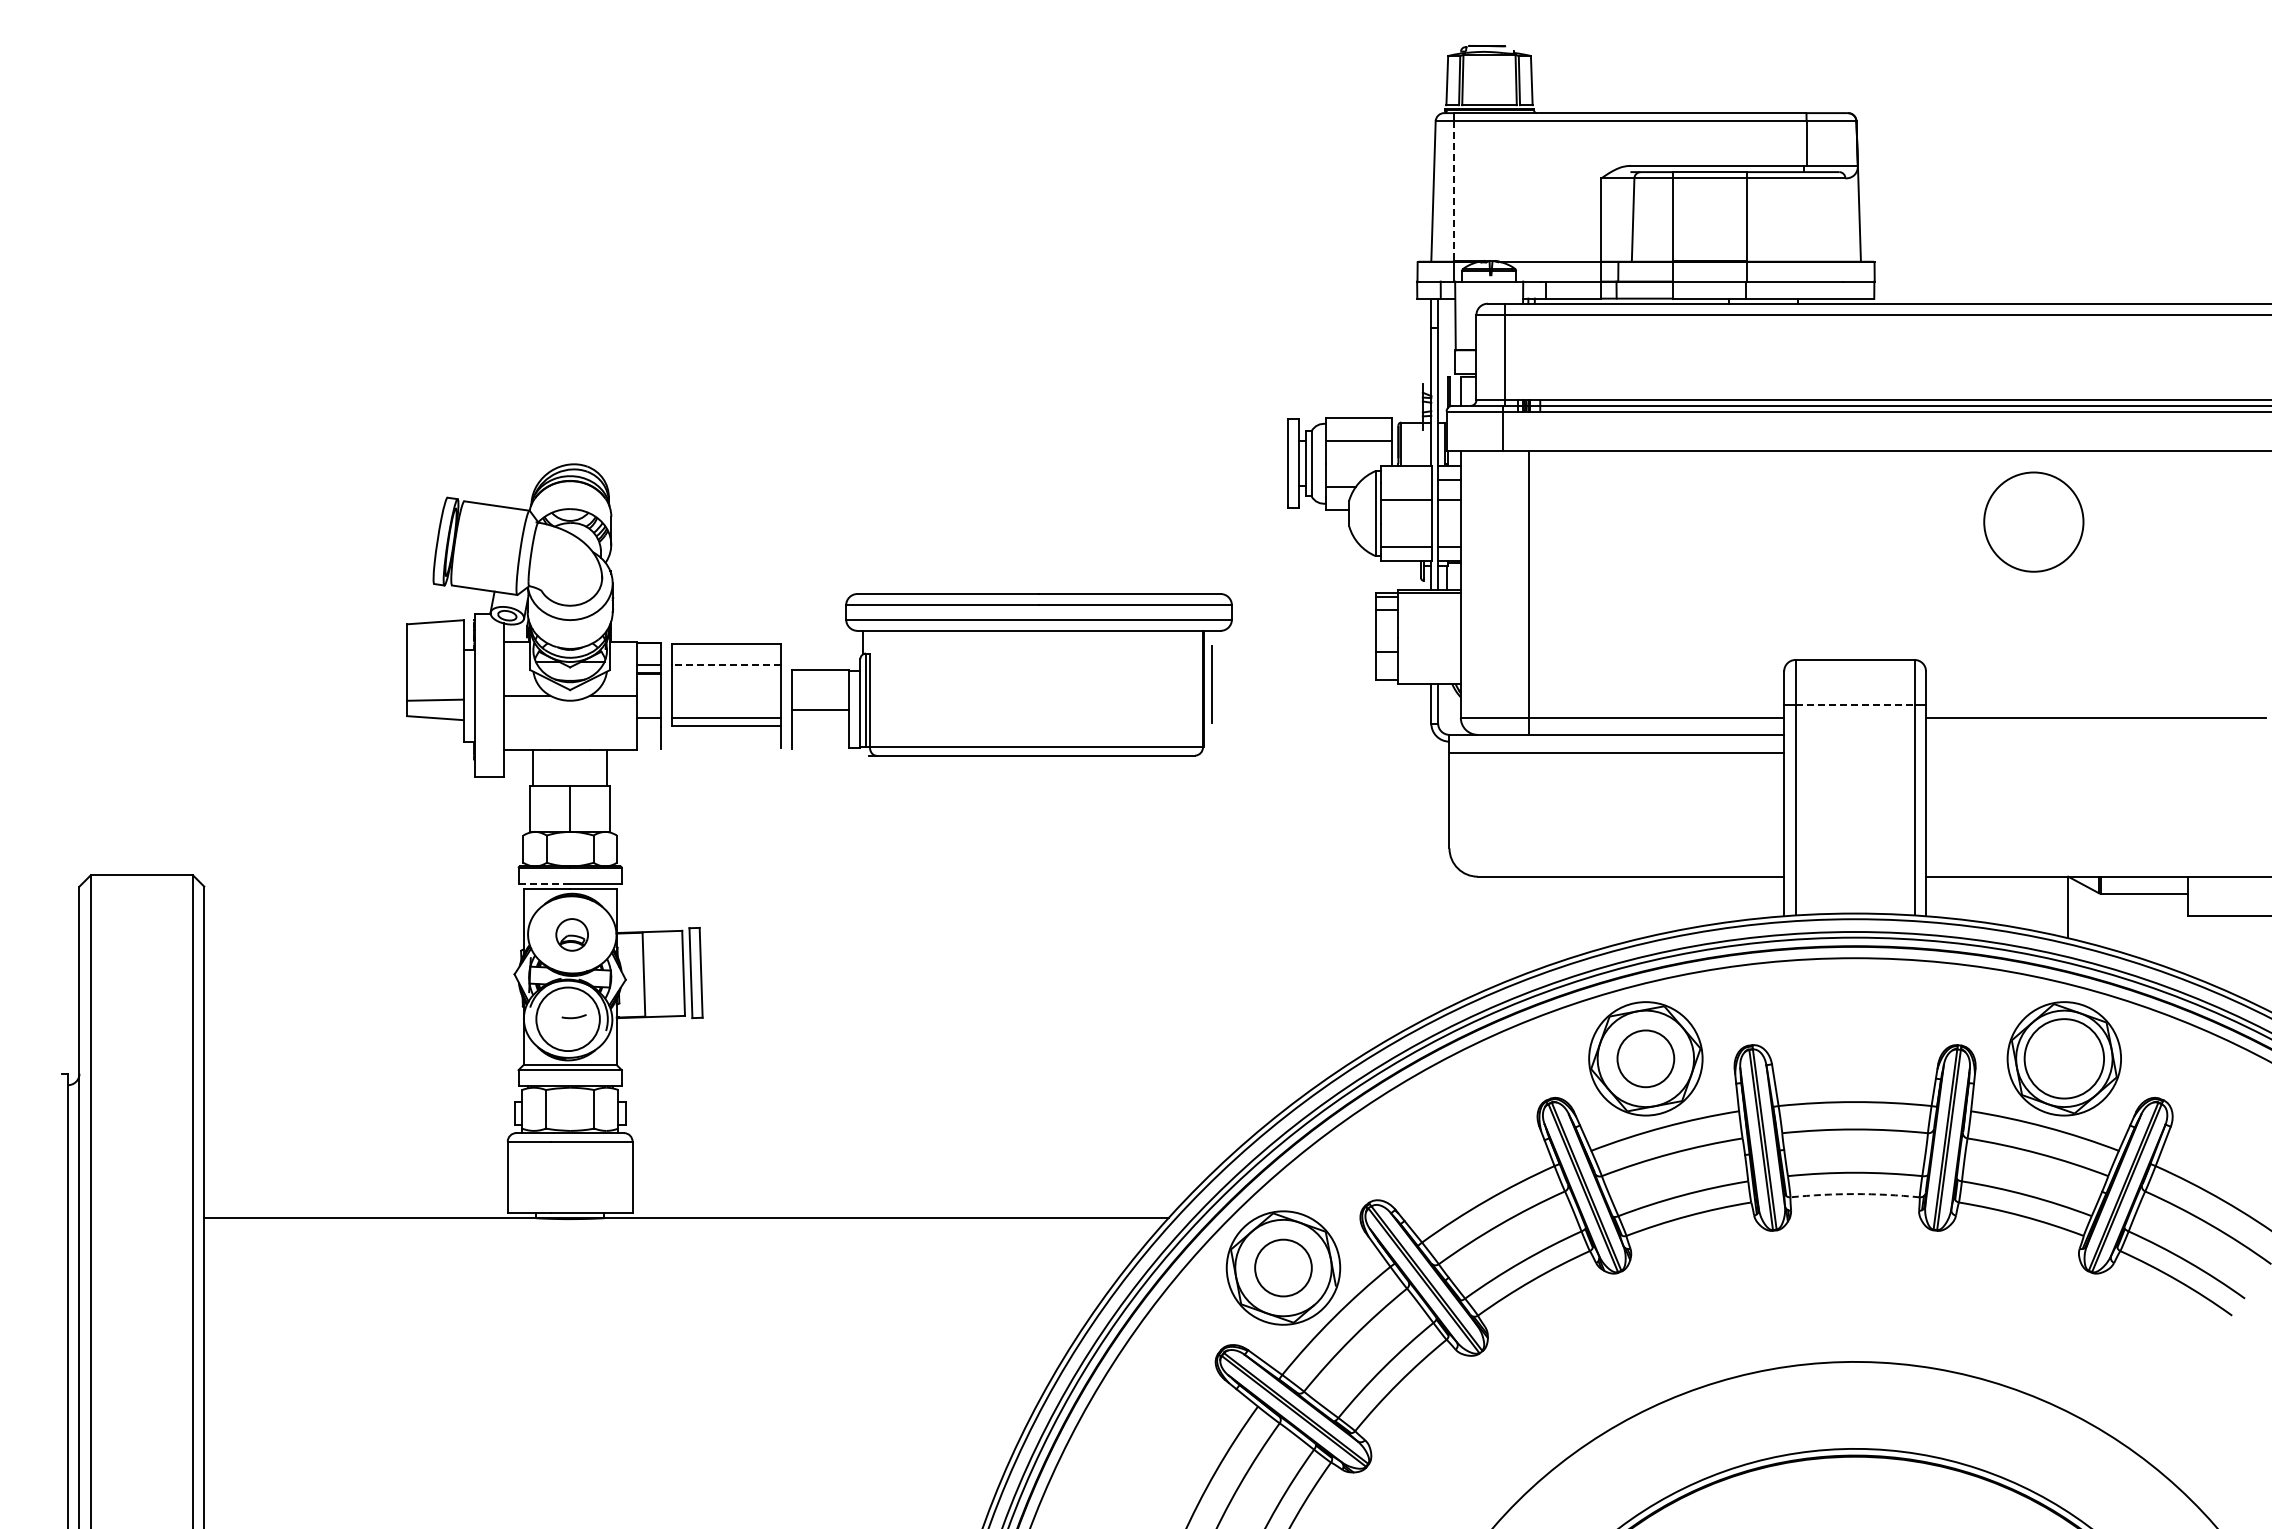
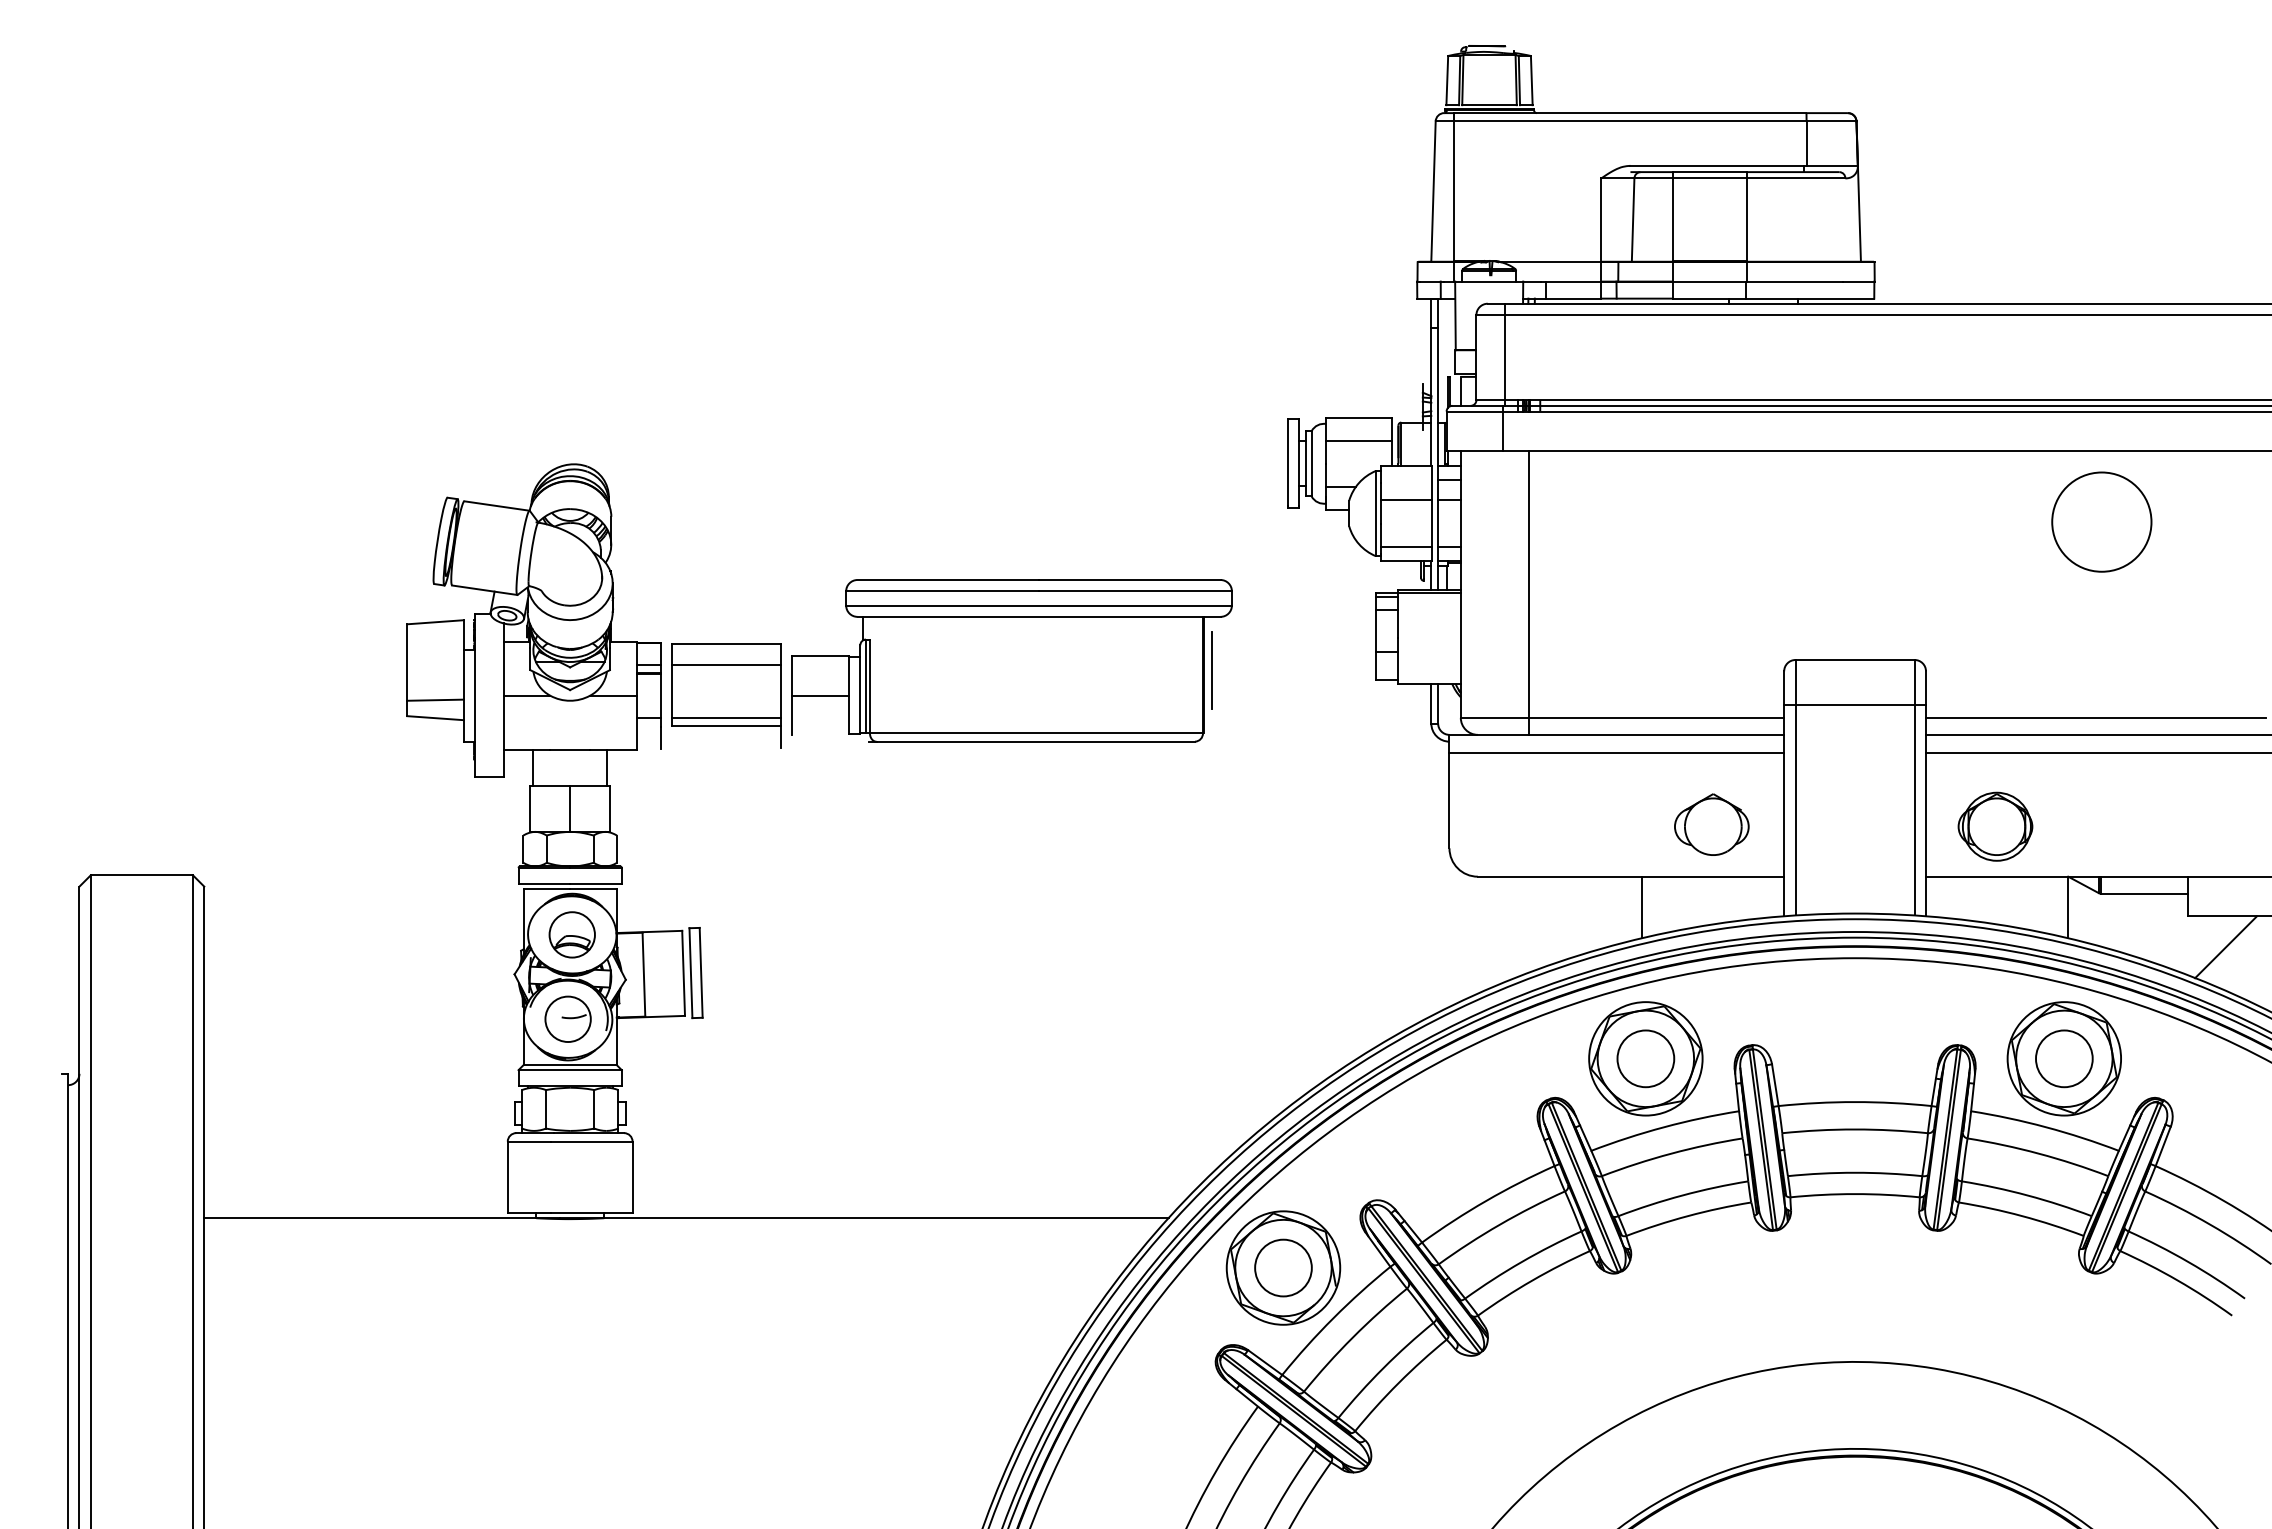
line at (1454, 191): dashed -> solid
circle at (2033, 521) position: (2033, 521) -> (2101, 521)
line at (725, 665): dashed -> solid
part at (1011, 674) position: (1011, 674) -> (1011, 660)
line at (1855, 705): dashed -> solid
line at (2097, 734): none -> present
line at (2097, 753): none -> present
part at (1711, 824): none -> present
part at (1995, 826): none -> present
line at (544, 884): dashed -> solid
line at (1642, 907): none -> present
part at (571, 934) size: 34x34 px -> 48x48 px
line at (2225, 947): none -> present
circle at (567, 1019) diameter: 64 px -> 45 px
circle at (2064, 1058) diameter: 79 px -> 57 px
arc at (1855, 1194): dashed -> solid
